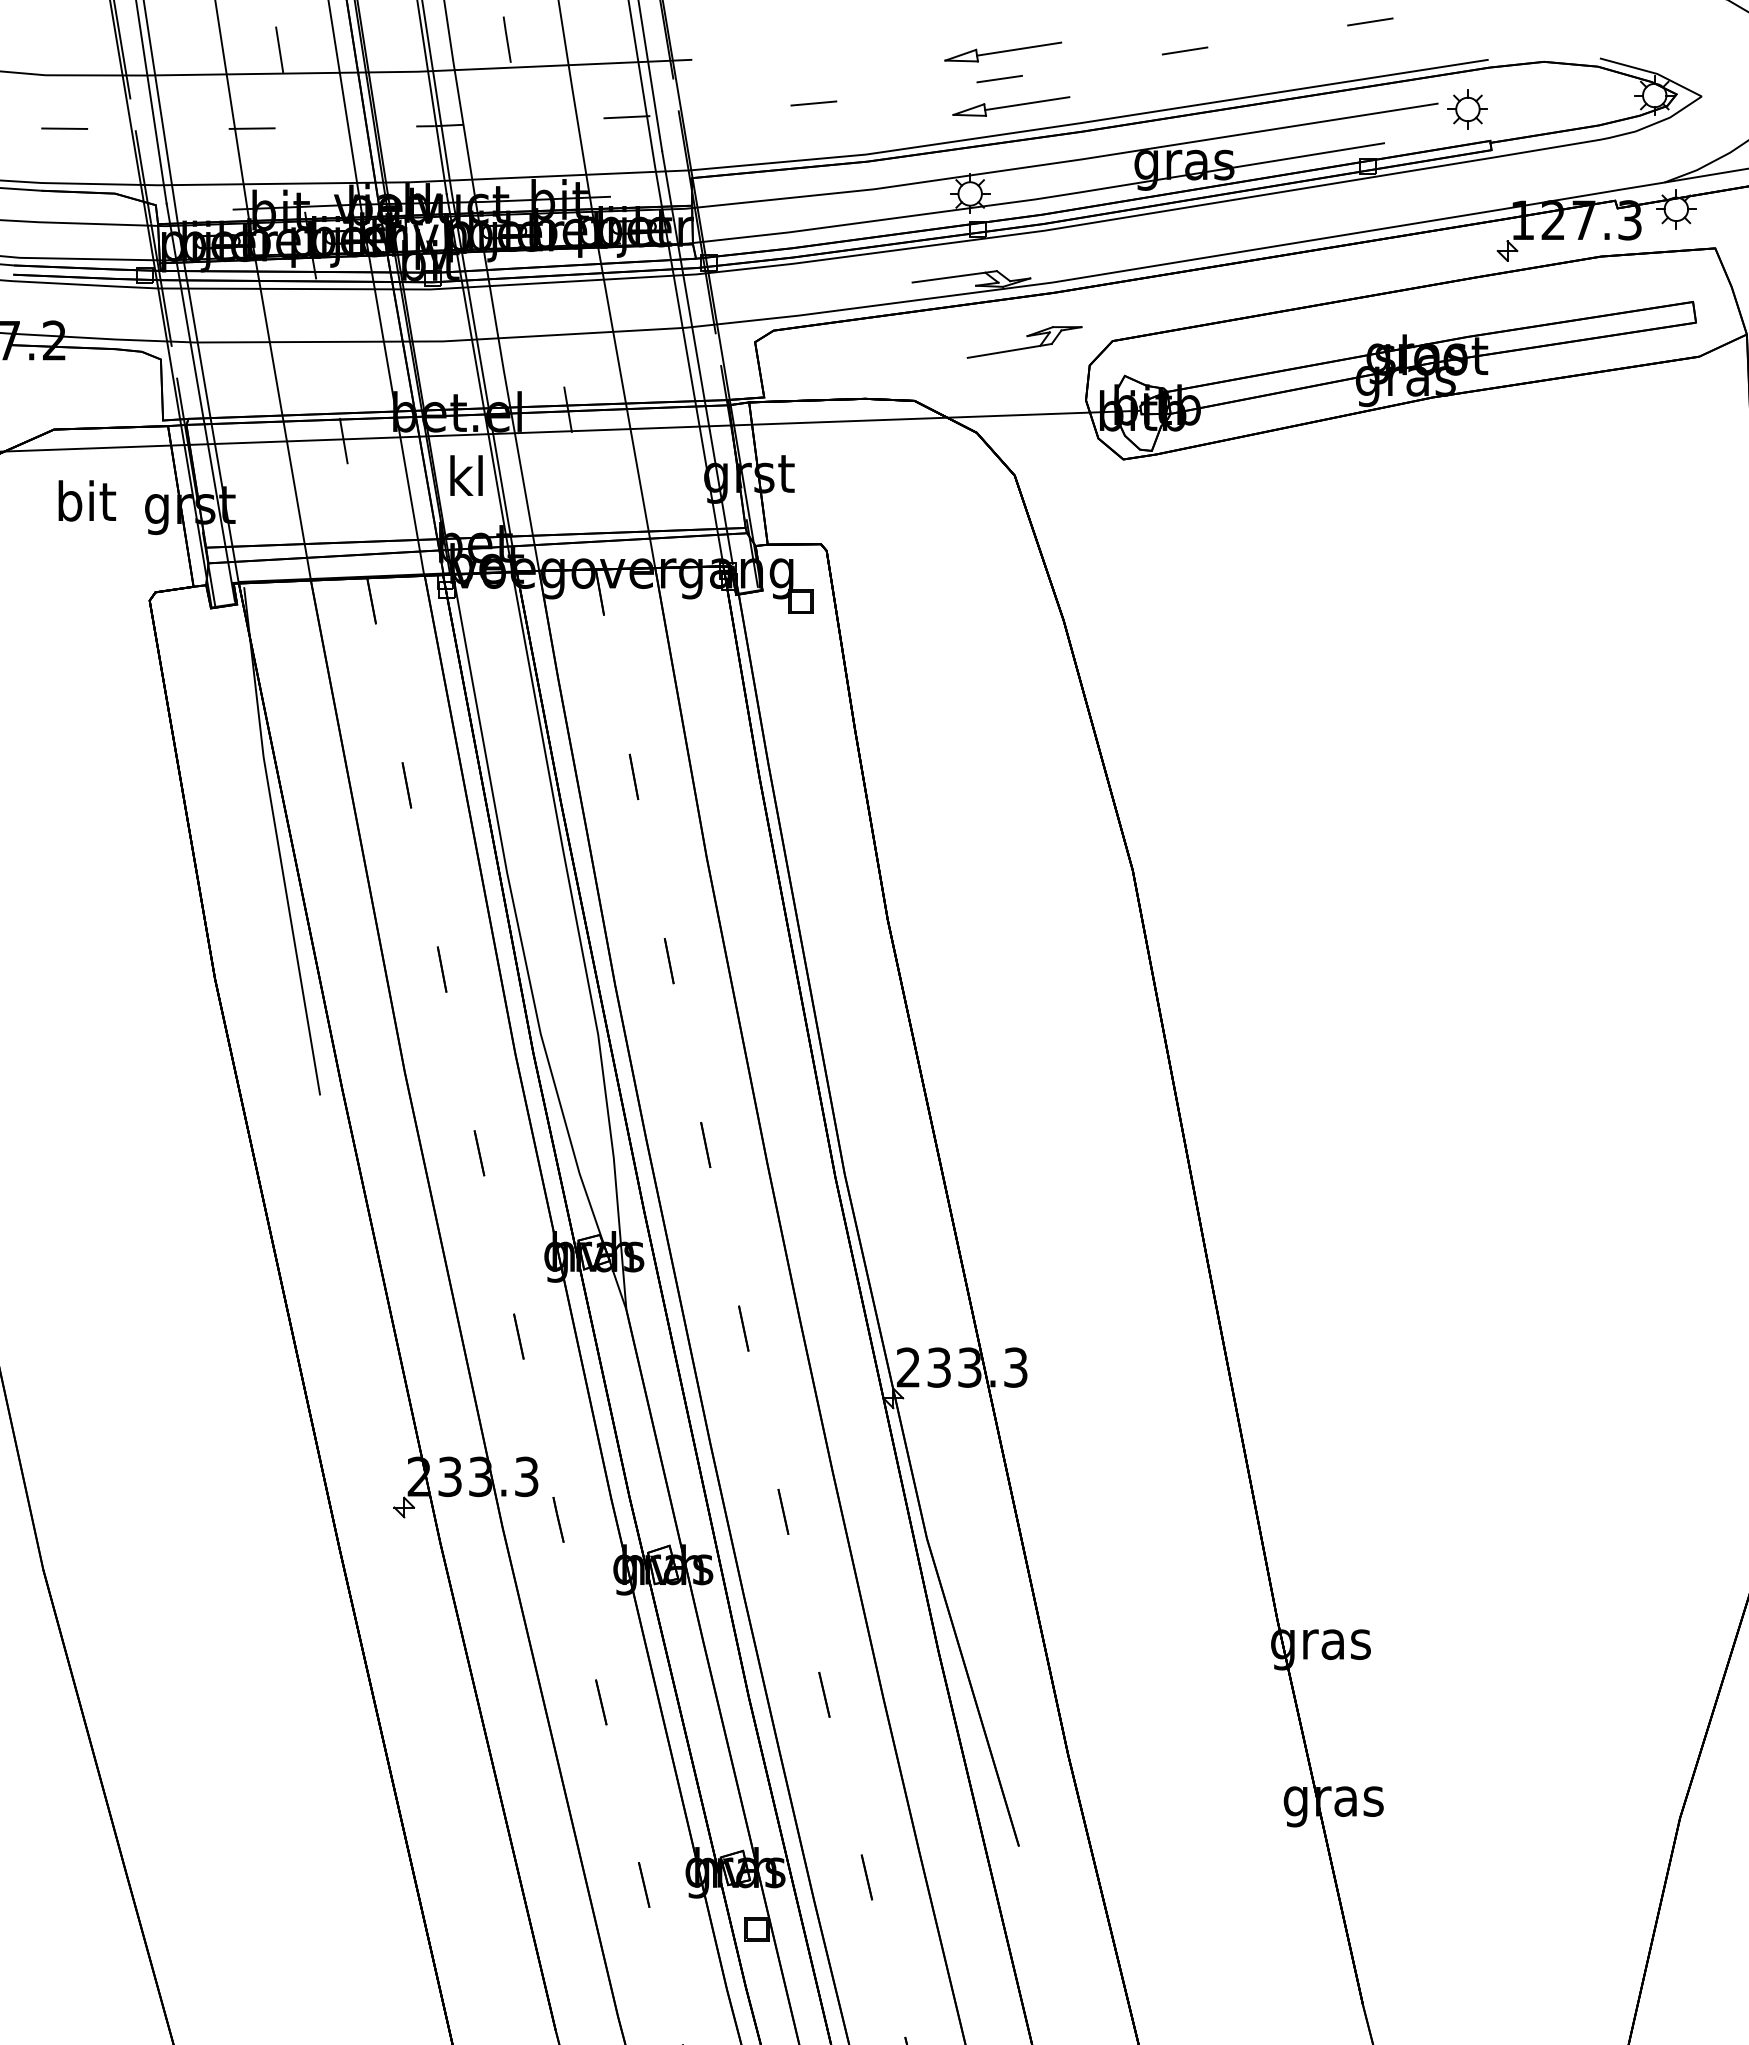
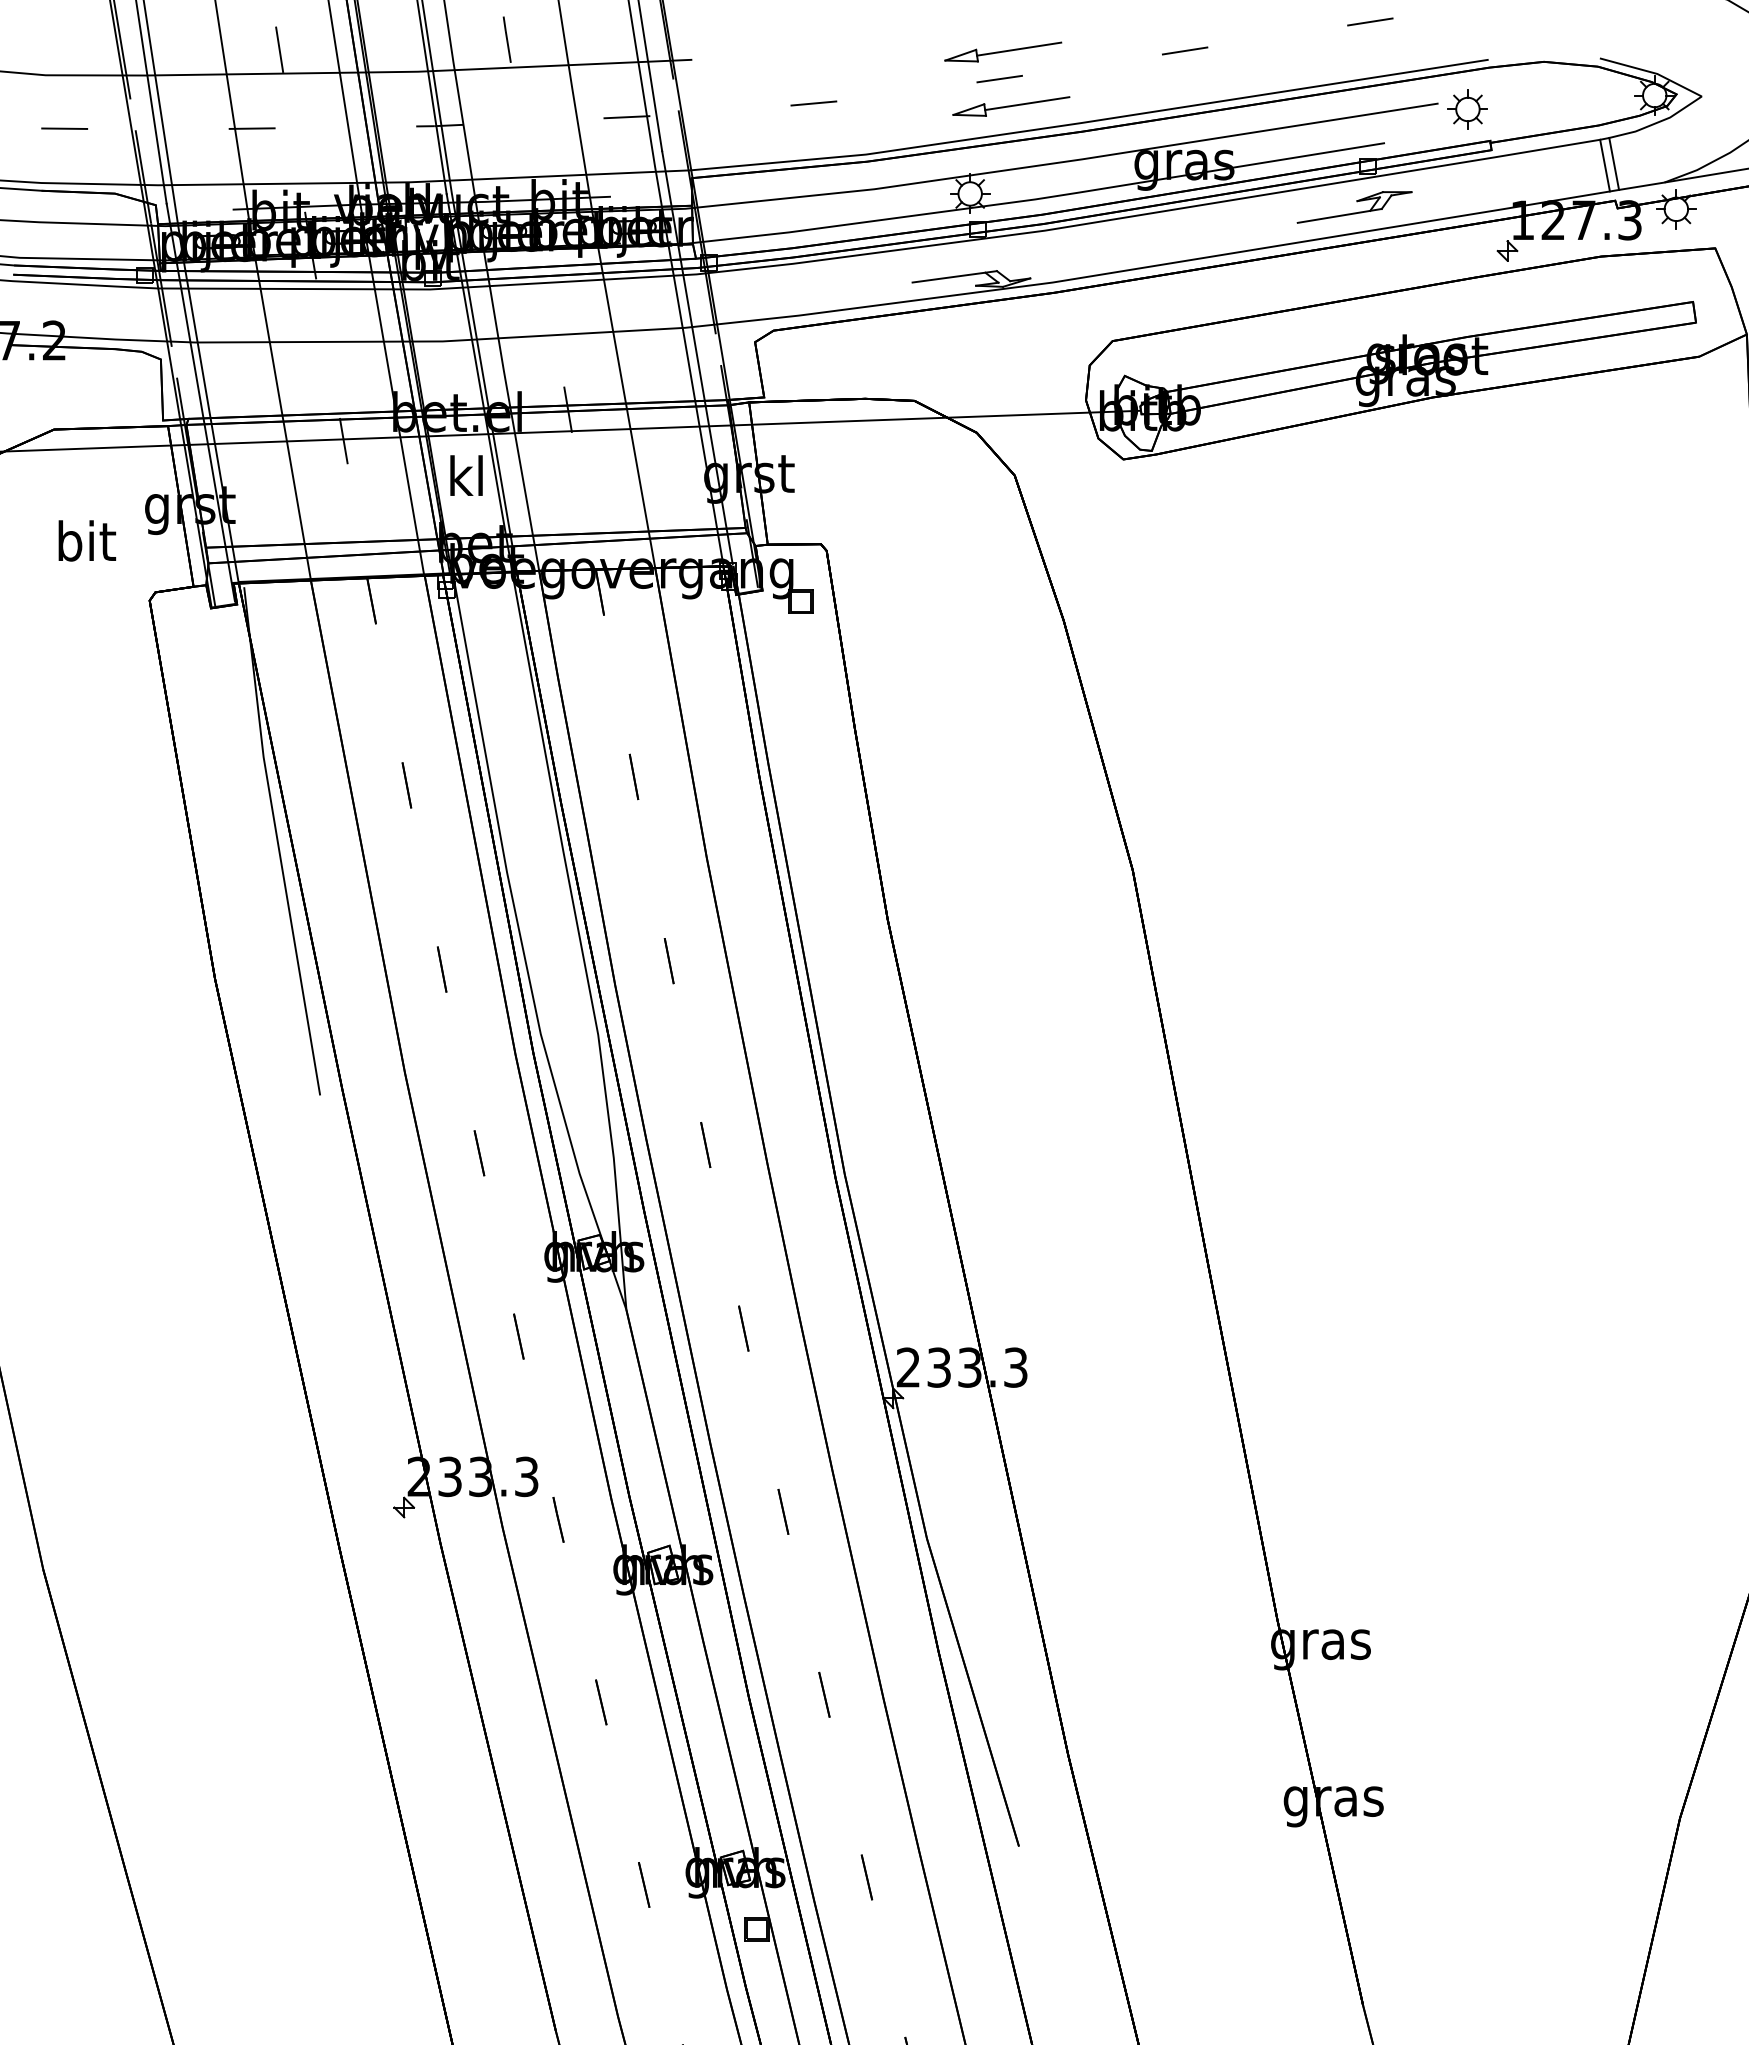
line at (1614, 163): none -> present
line at (1604, 165): none -> present
part at (1024, 342) position: (1024, 342) -> (1354, 207)
text at (87, 500) position: (87, 500) -> (87, 540)
